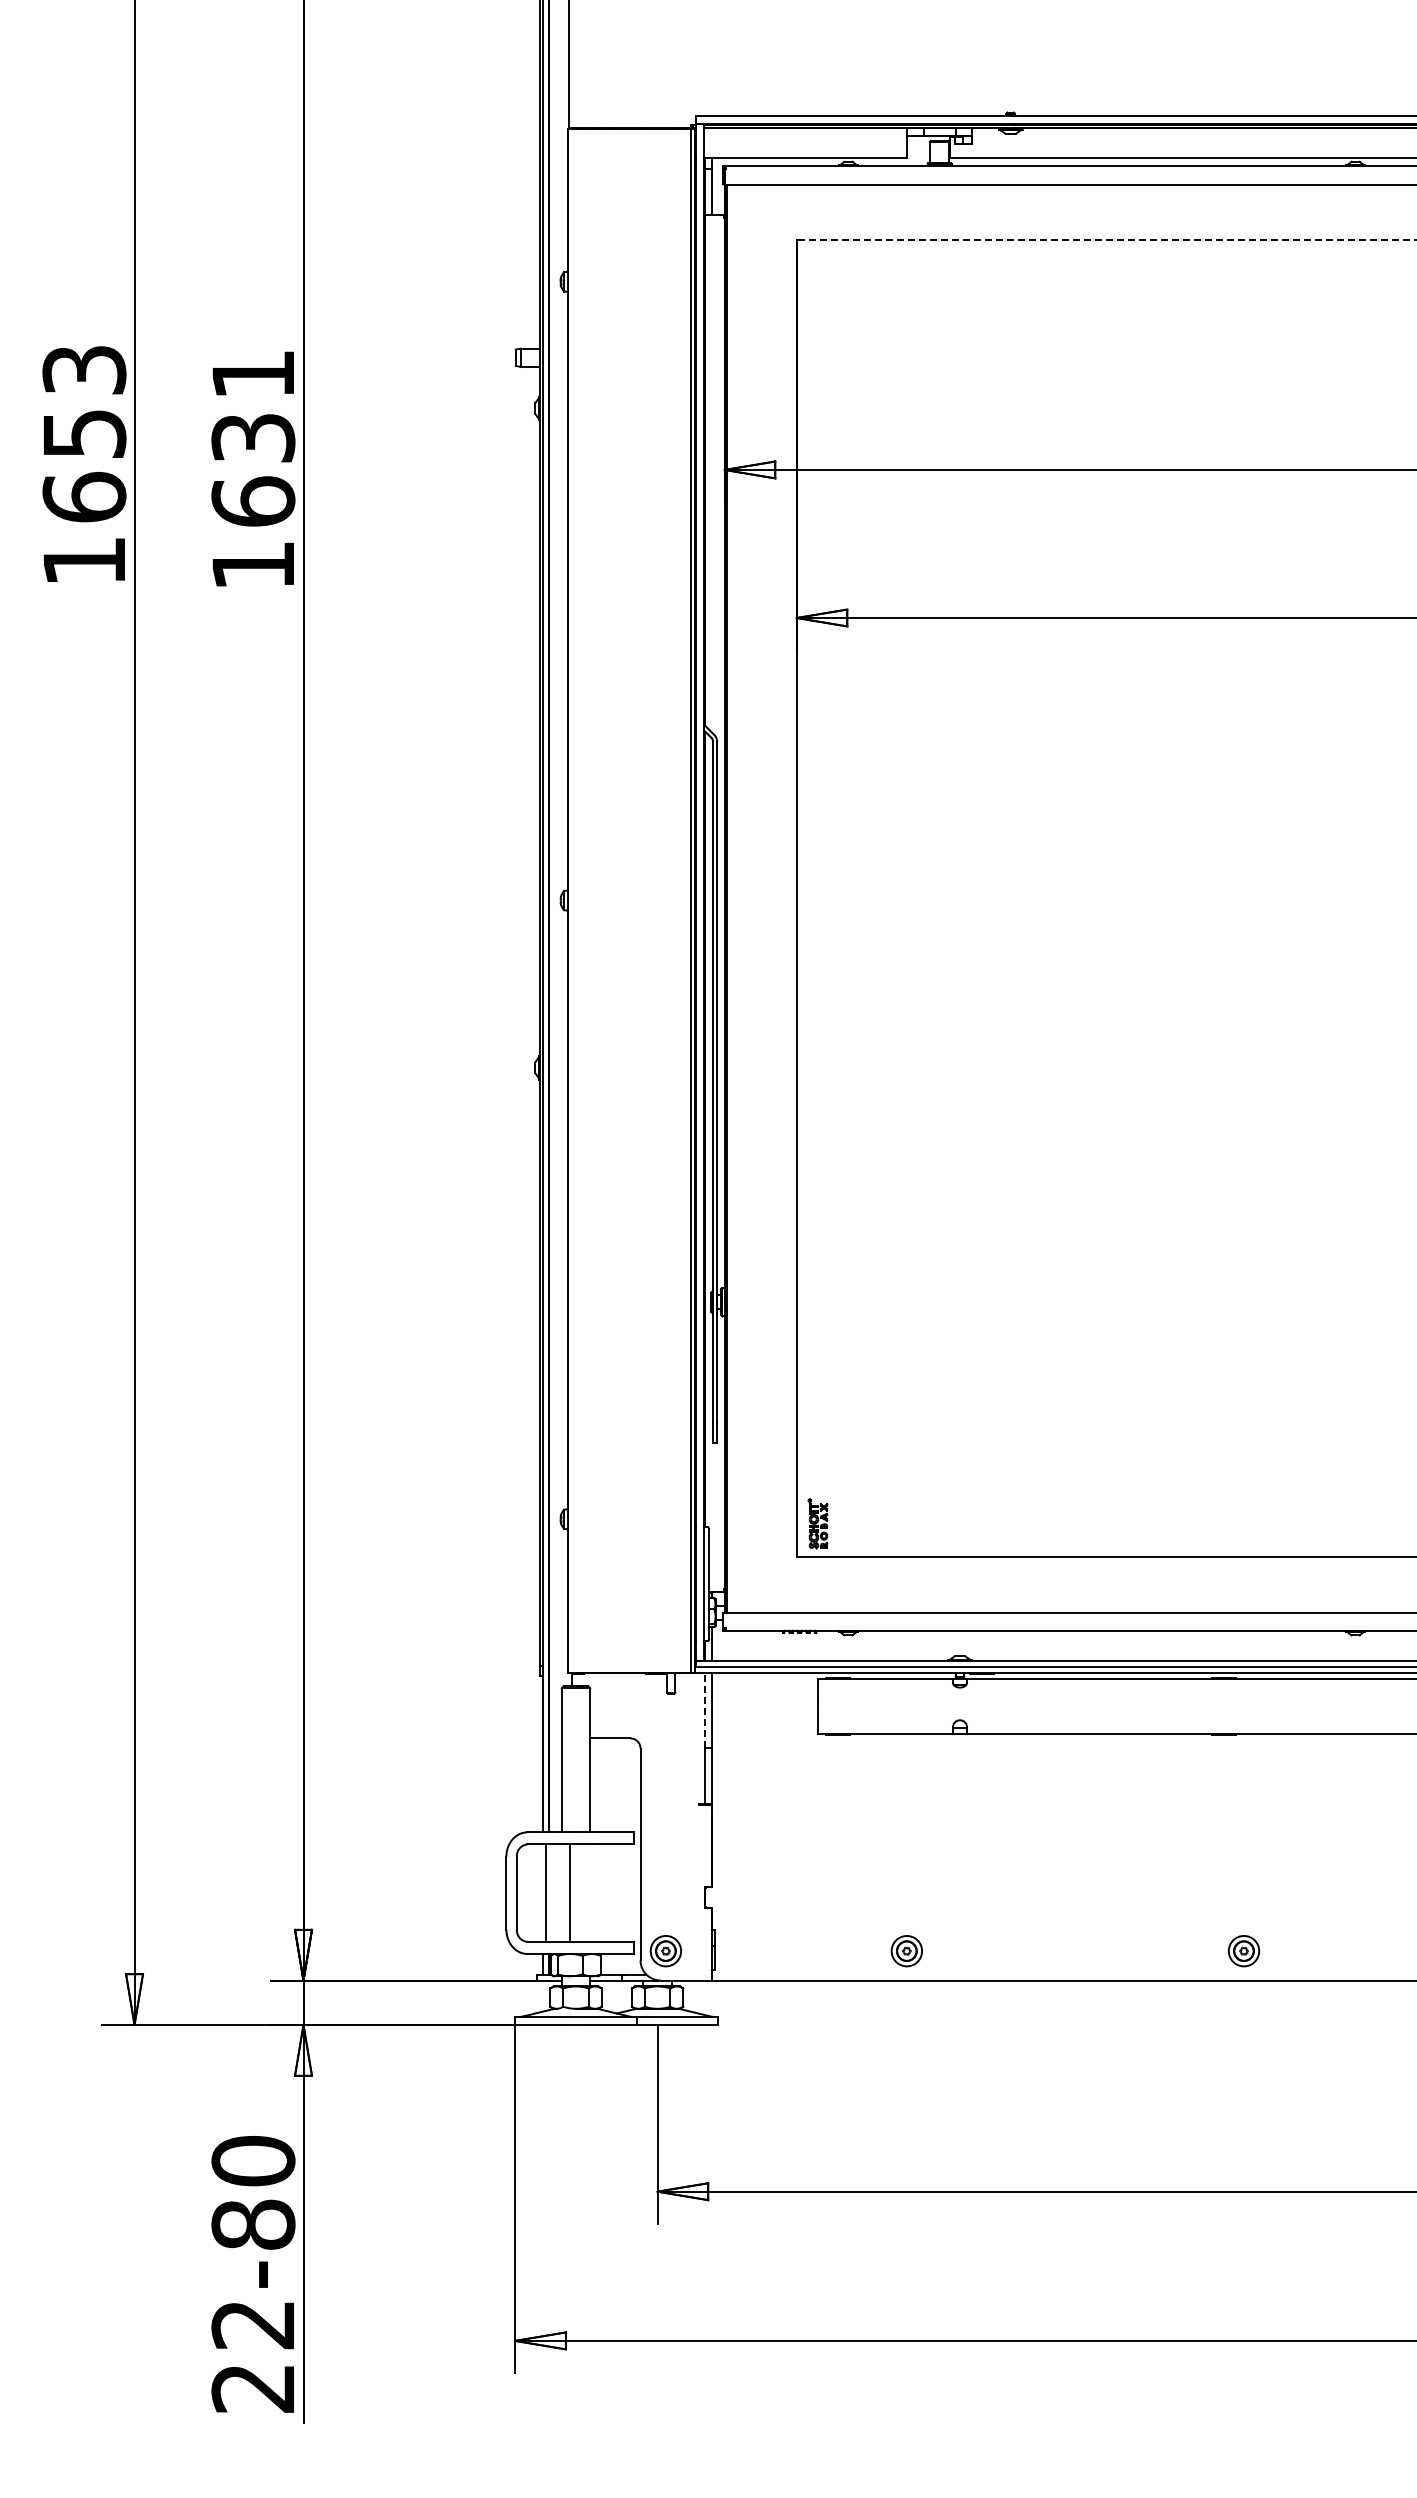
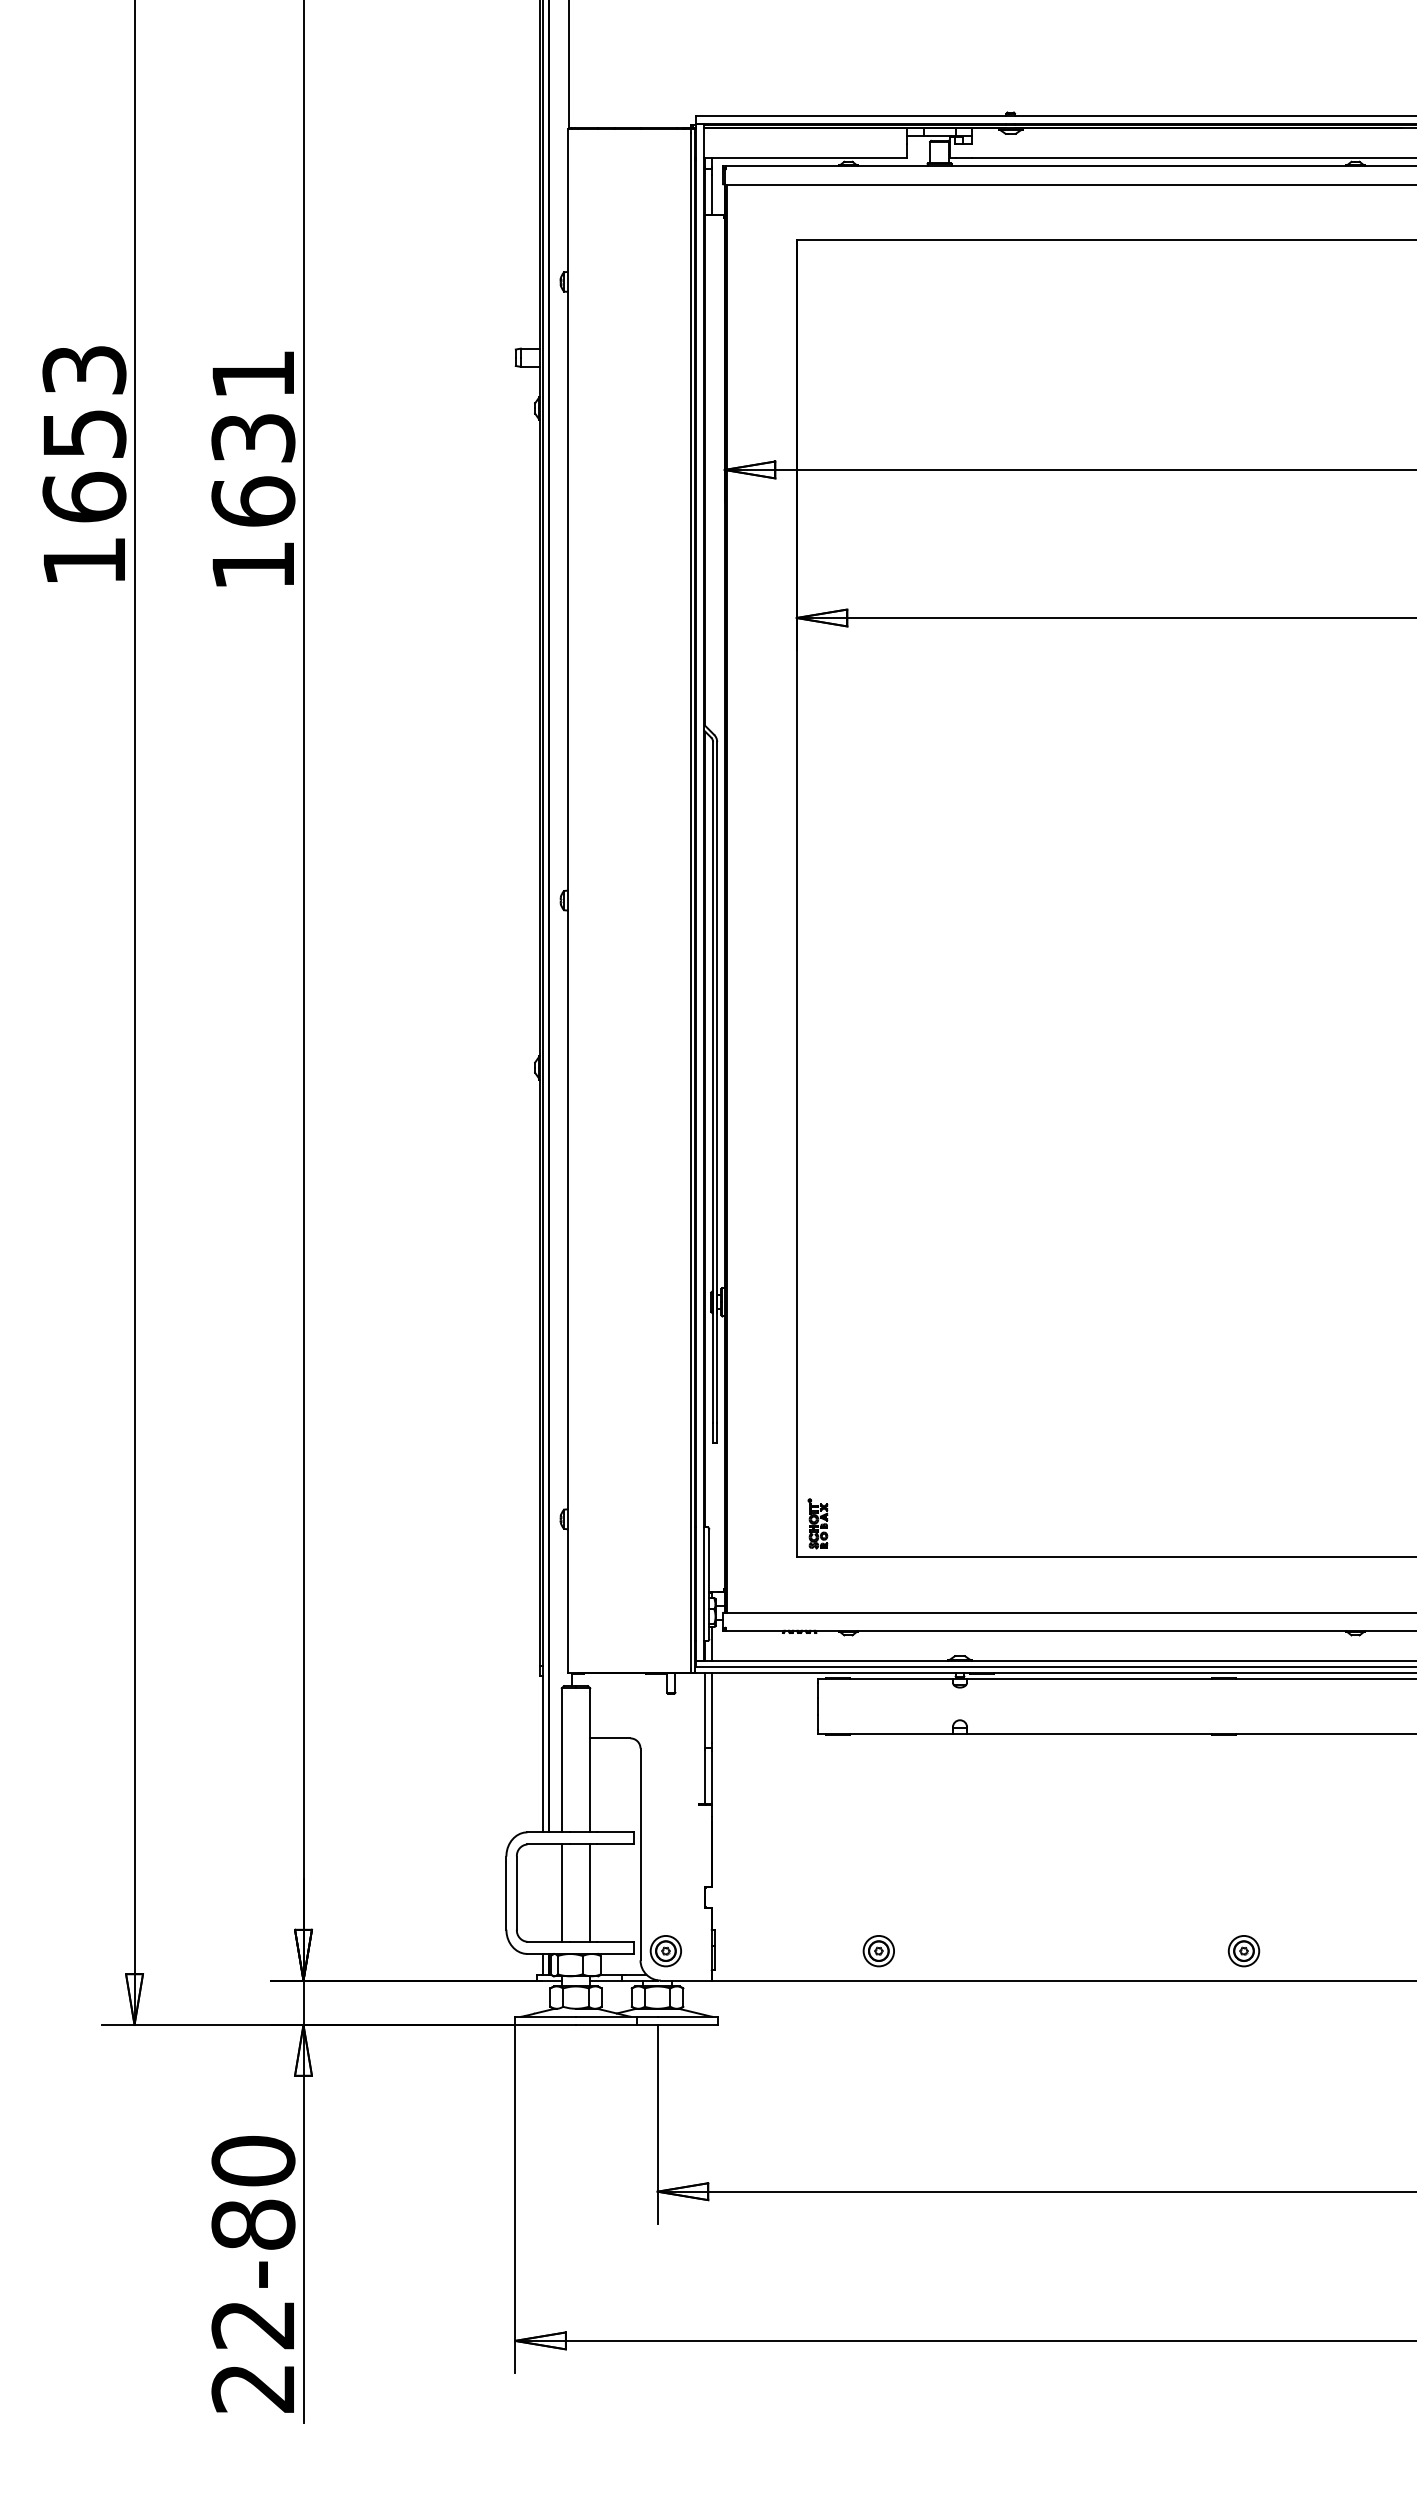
line at (1106, 240): dashed -> solid
line at (705, 1710): dashed -> solid
line at (545, 1892) position: (545, 1892) -> (561, 1892)
line at (570, 1892) position: (570, 1892) -> (590, 1892)
part at (906, 1951) position: (906, 1951) -> (878, 1951)
